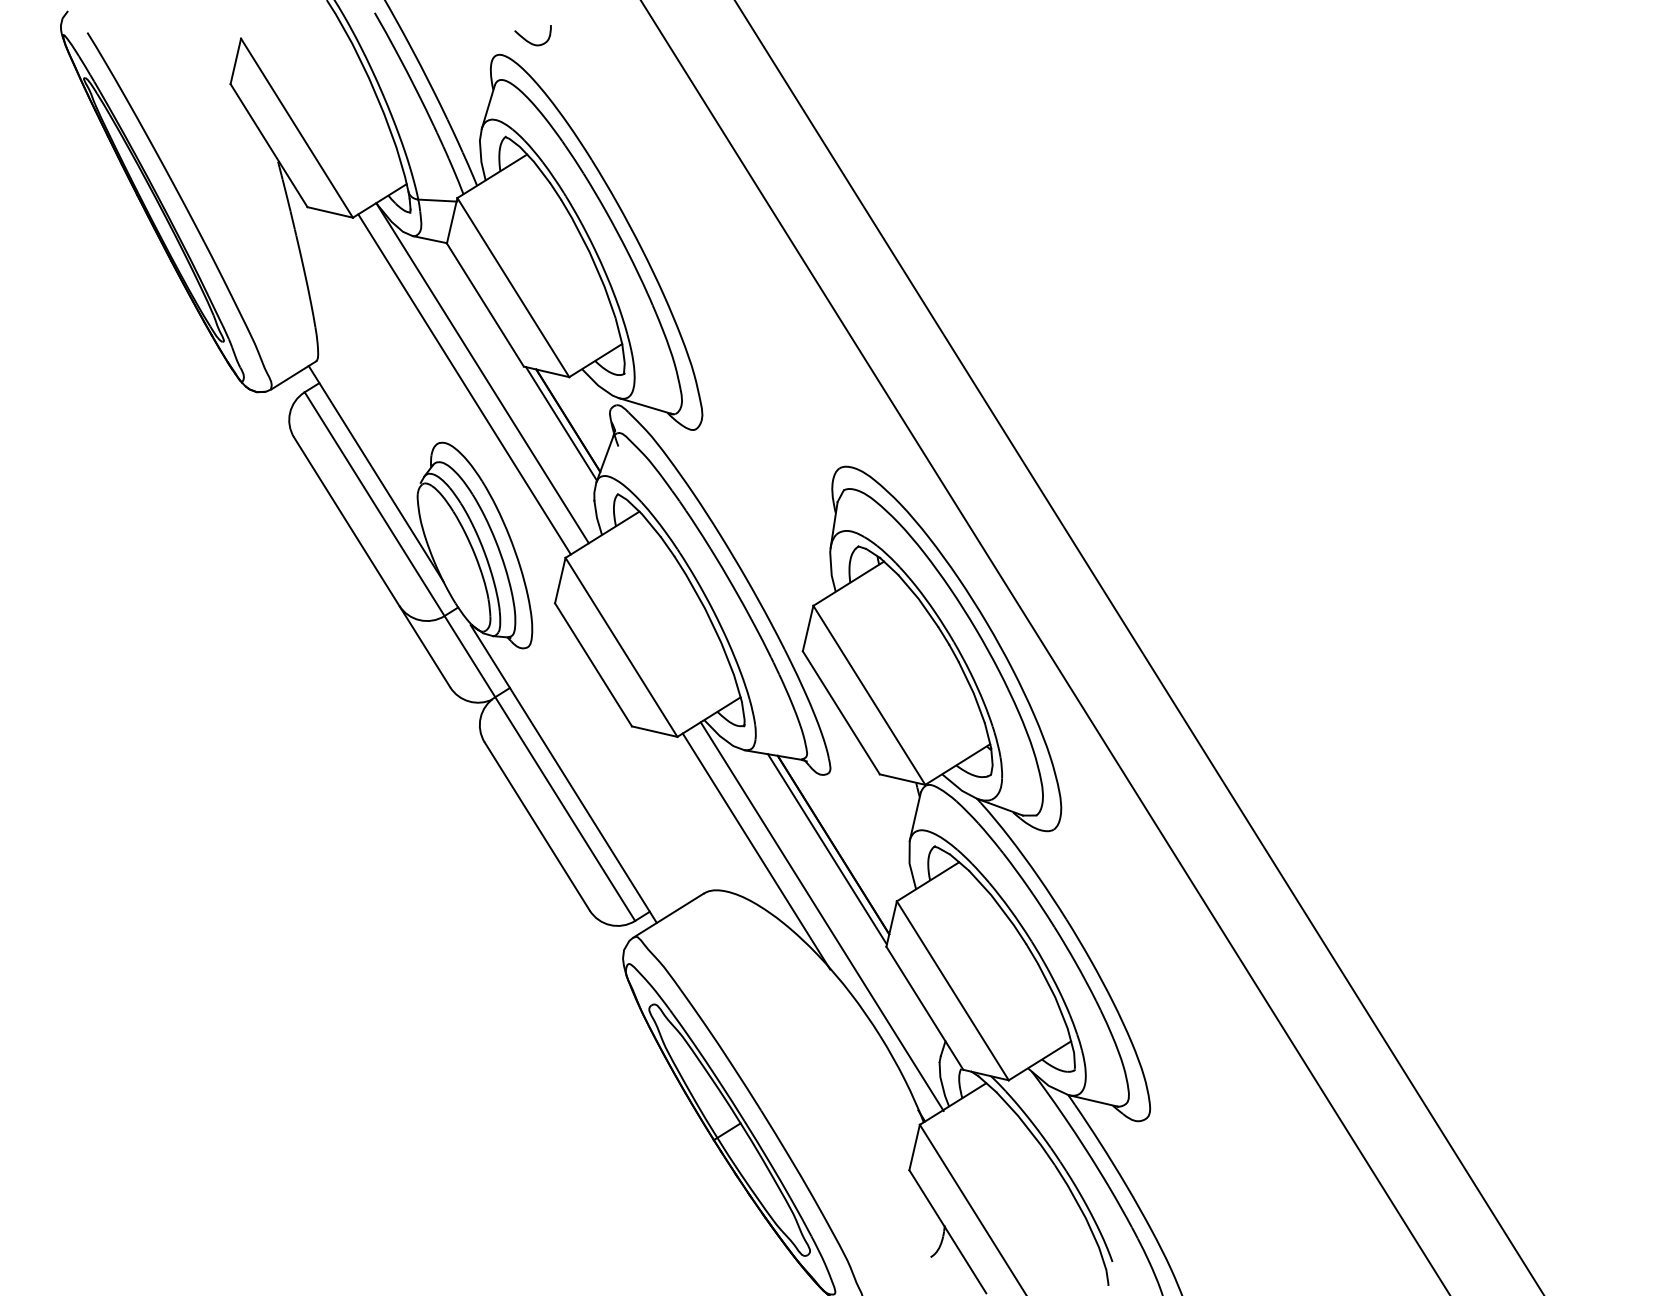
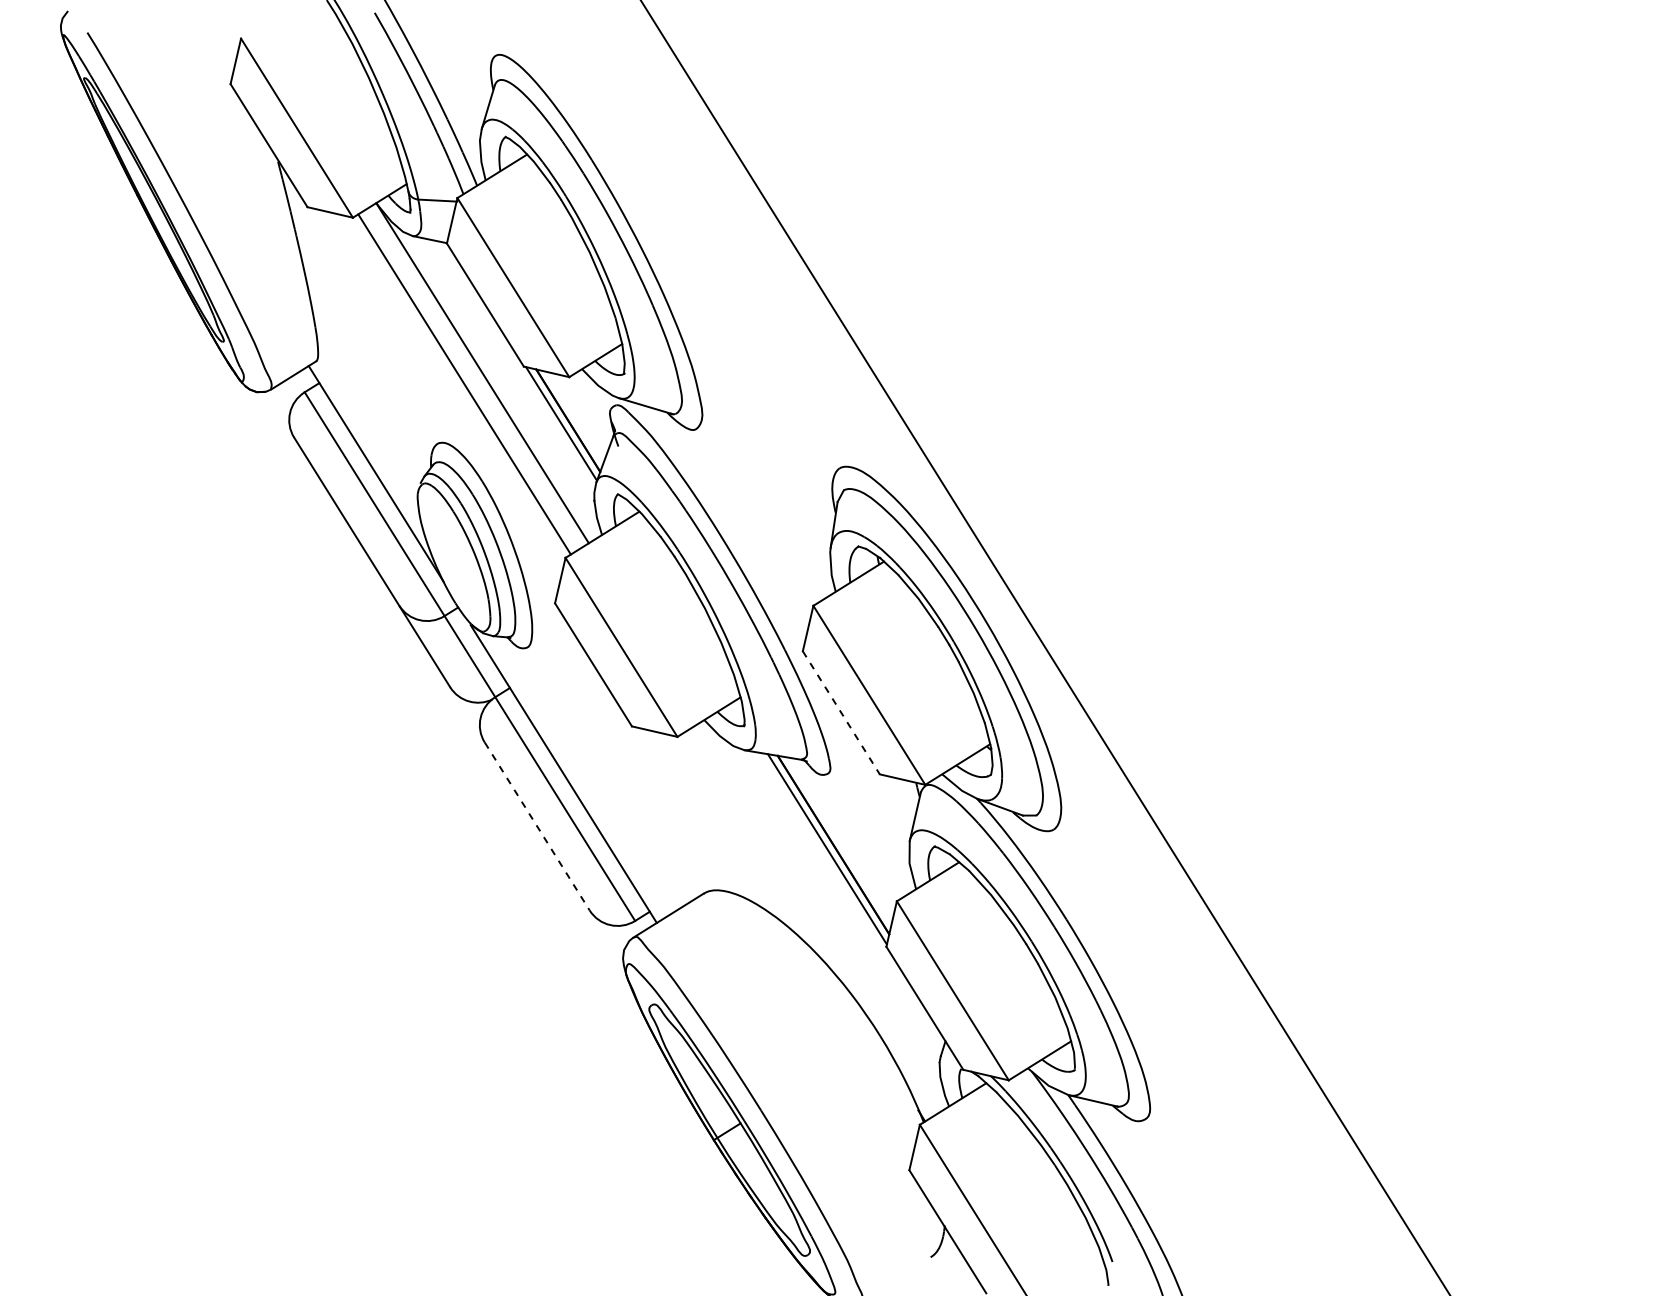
curve at (528, 40): present -> none
line at (1139, 647): present -> none
line at (841, 712): solid -> dashed
line at (537, 826): solid -> dashed
line at (756, 851): present -> none
line at (821, 916): present -> none
